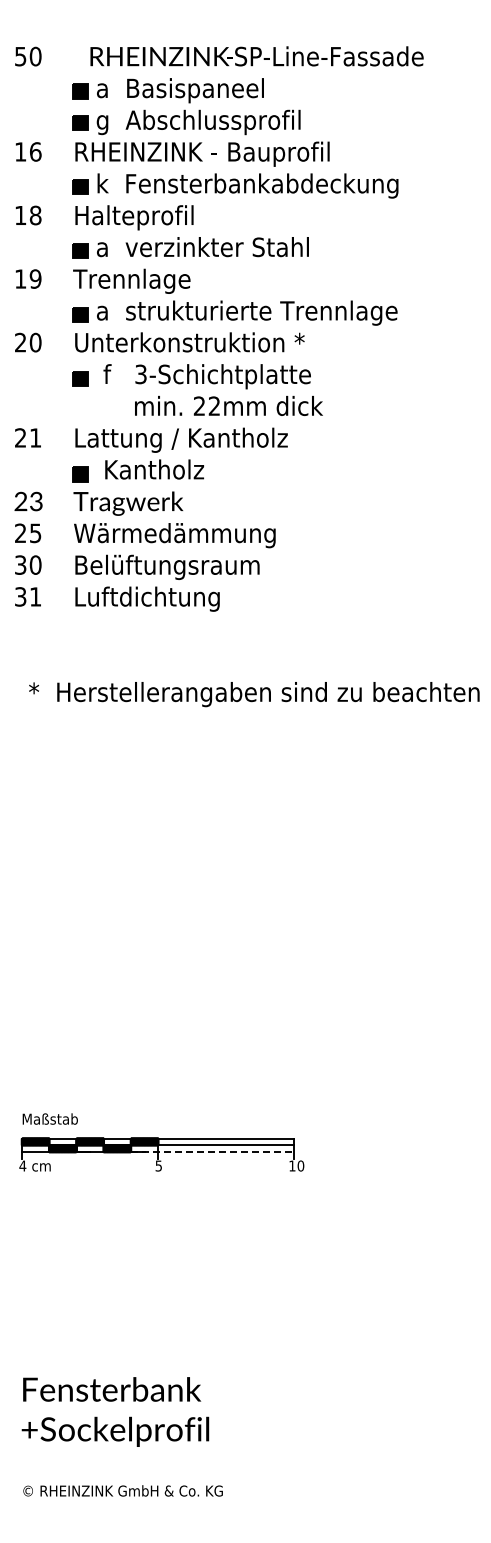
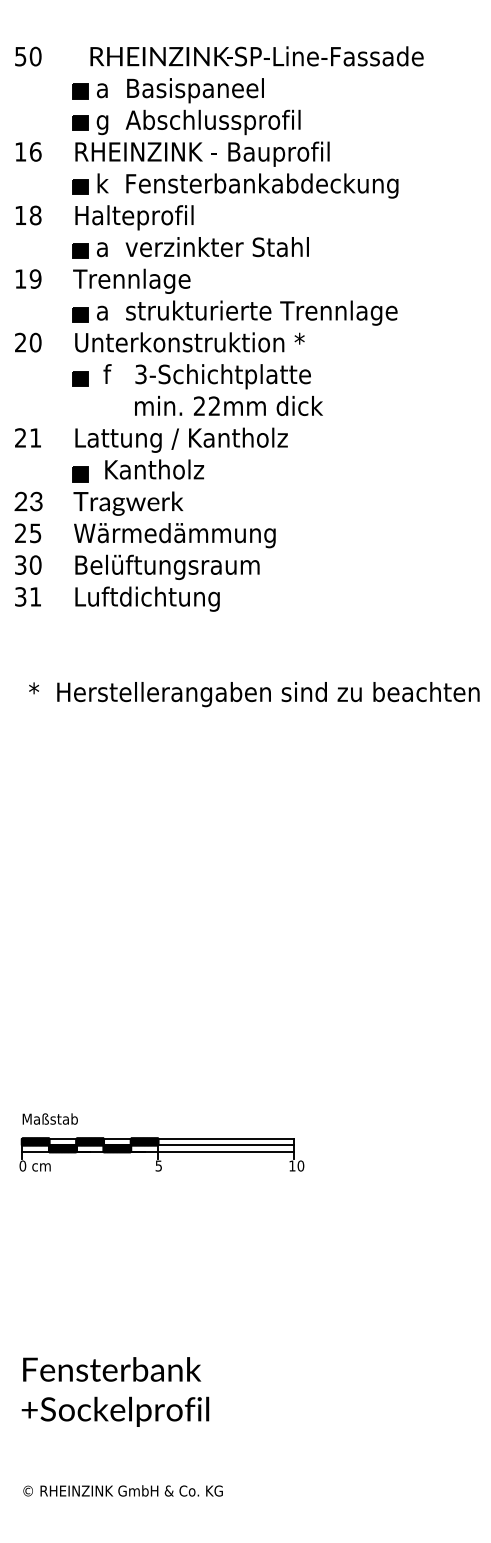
line at (212, 1152): dashed -> solid
text at (22, 1165): 4 -> 0
text at (115, 1411) position: (115, 1411) -> (115, 1391)
